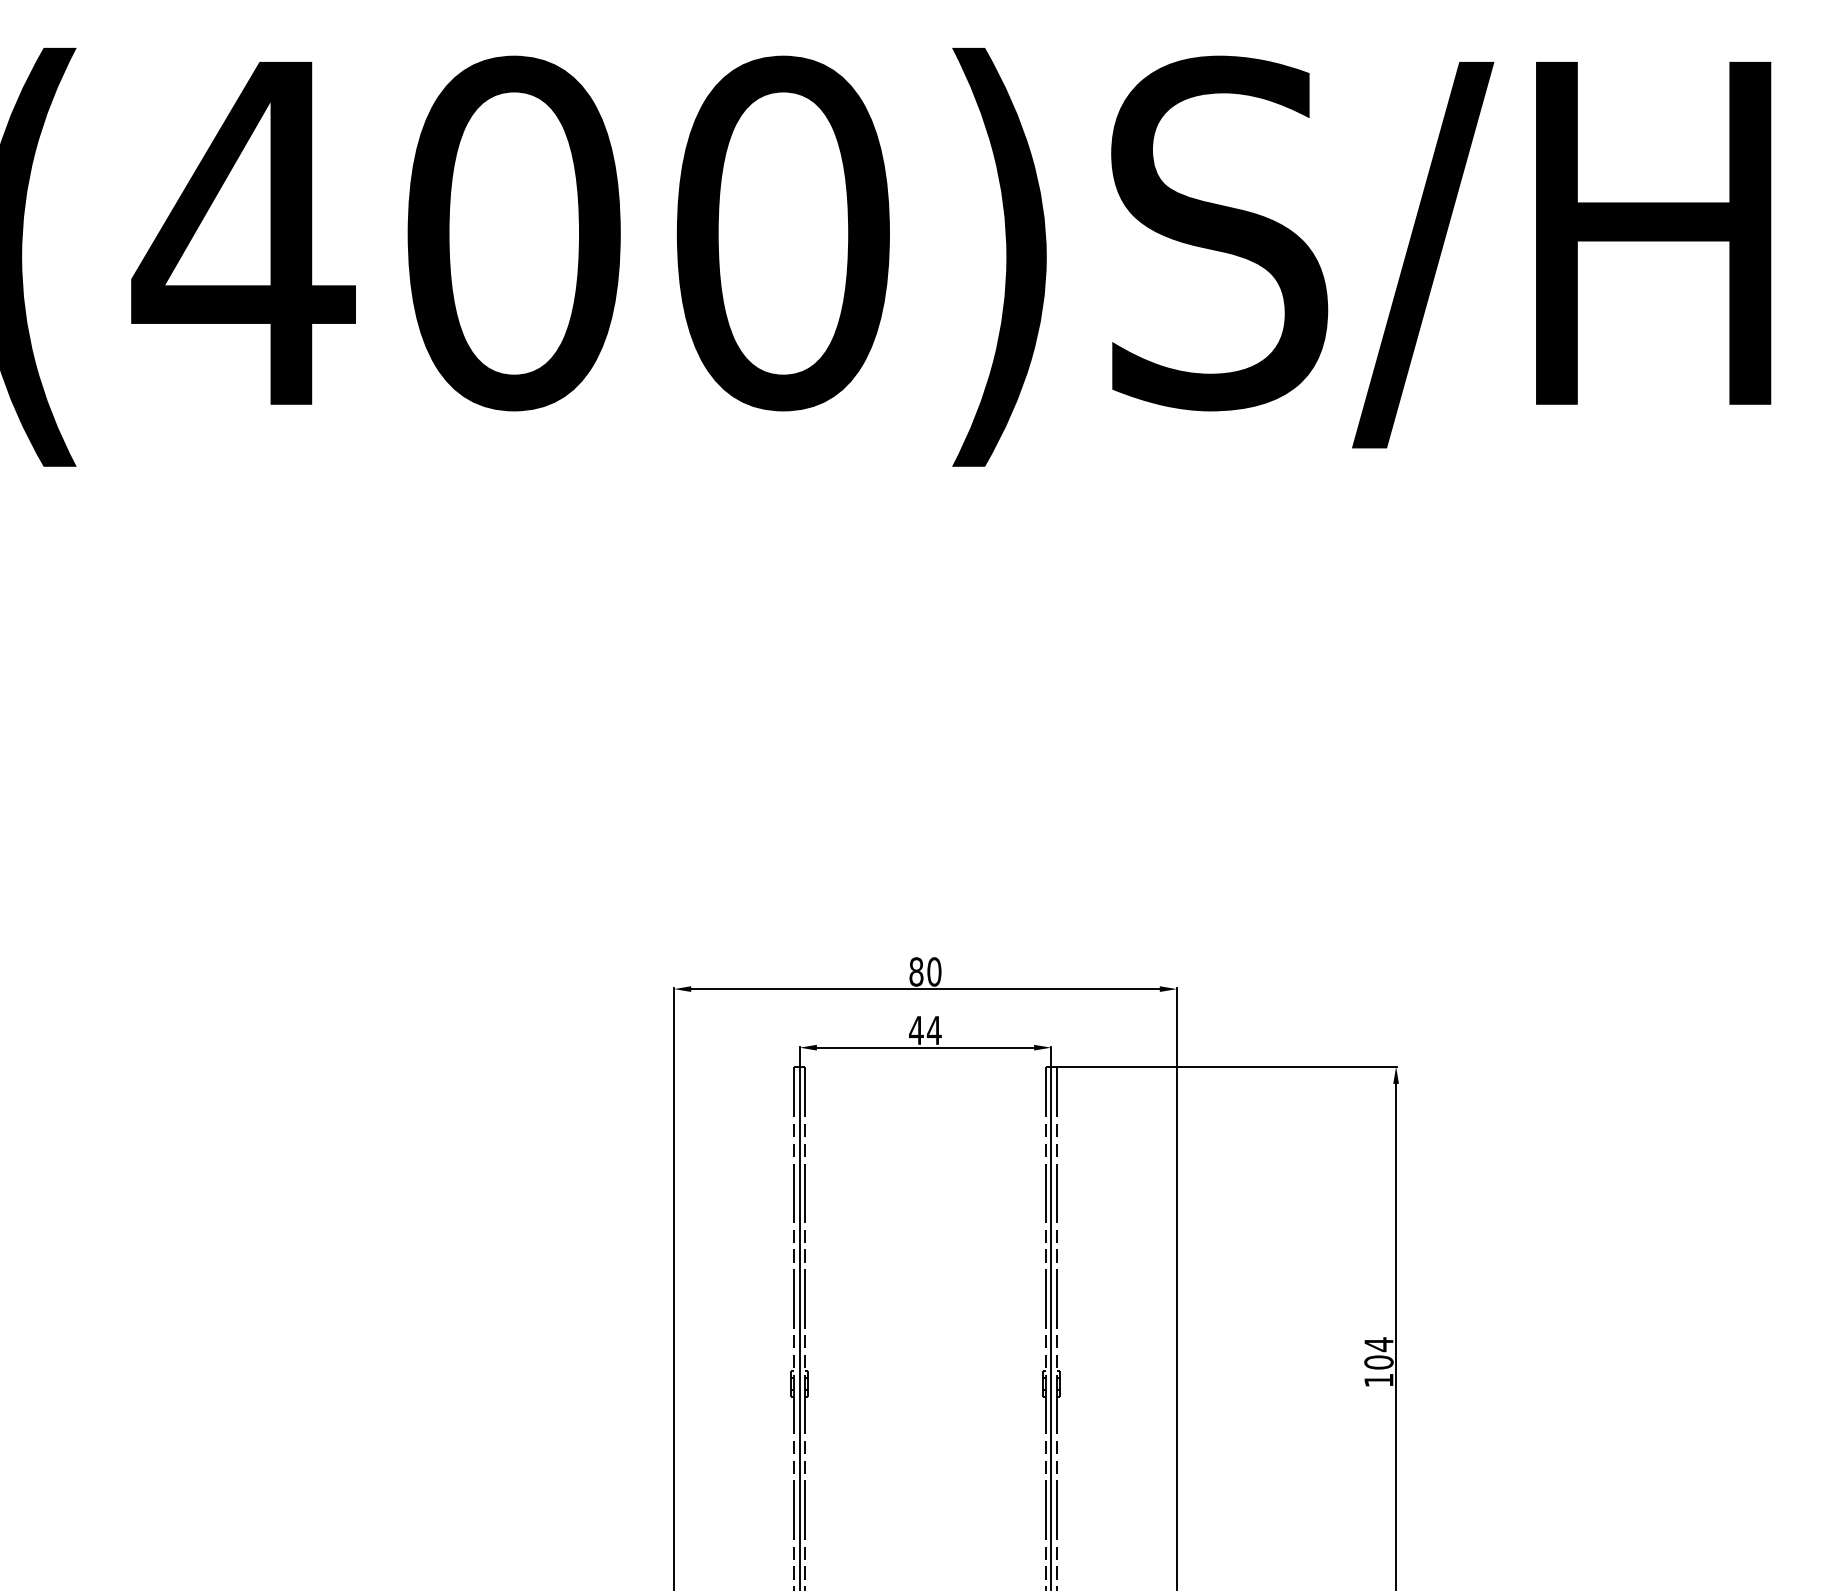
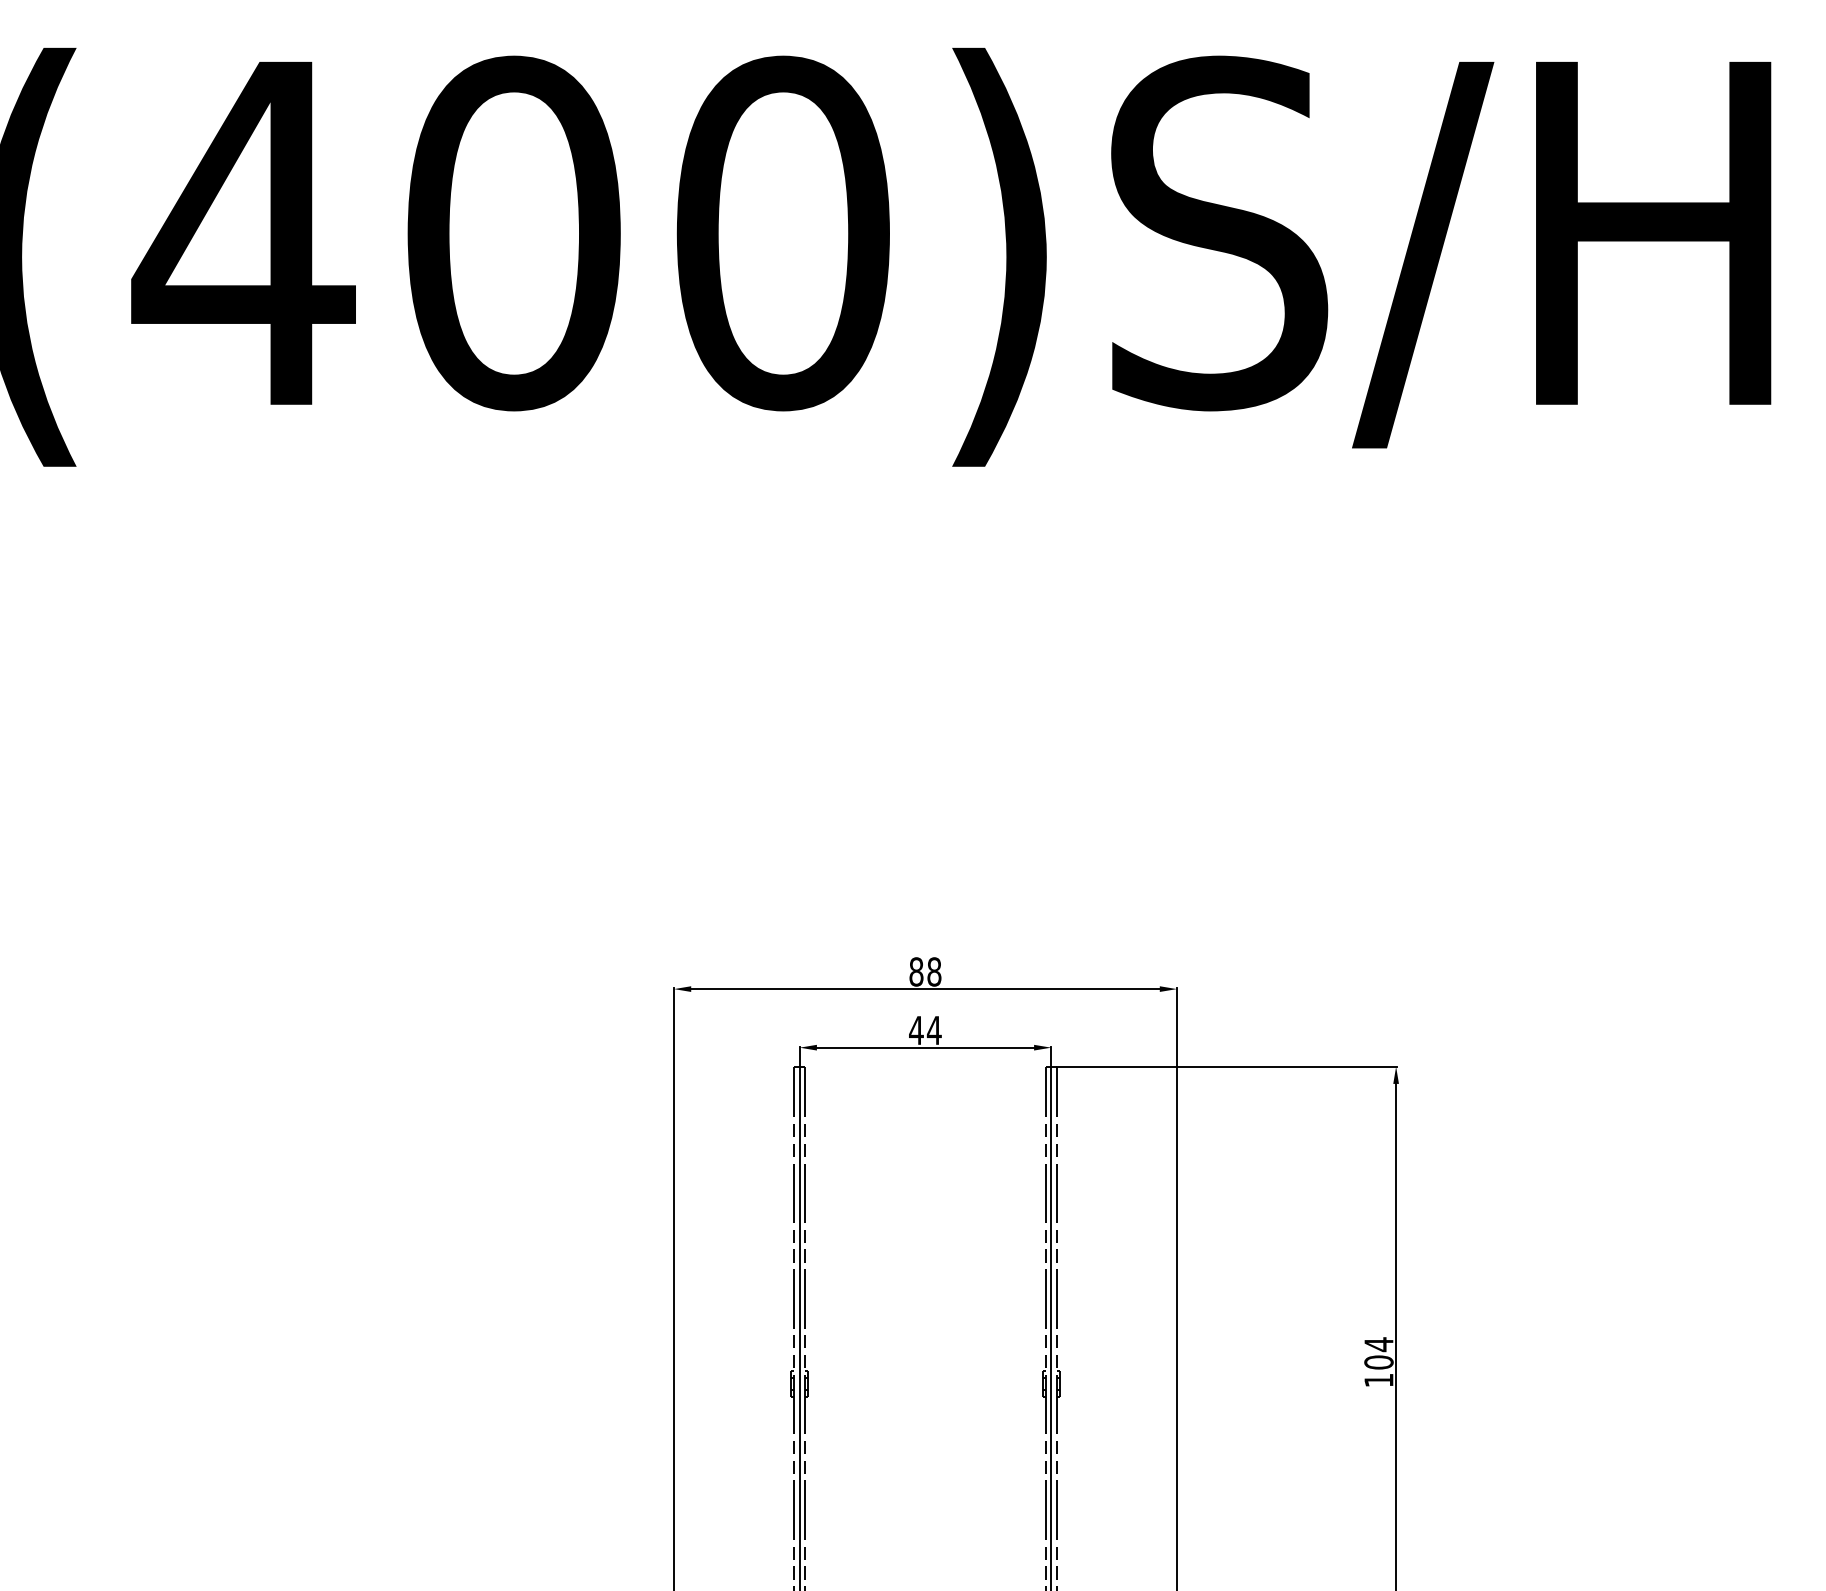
text at (934, 972): 80 -> 88
